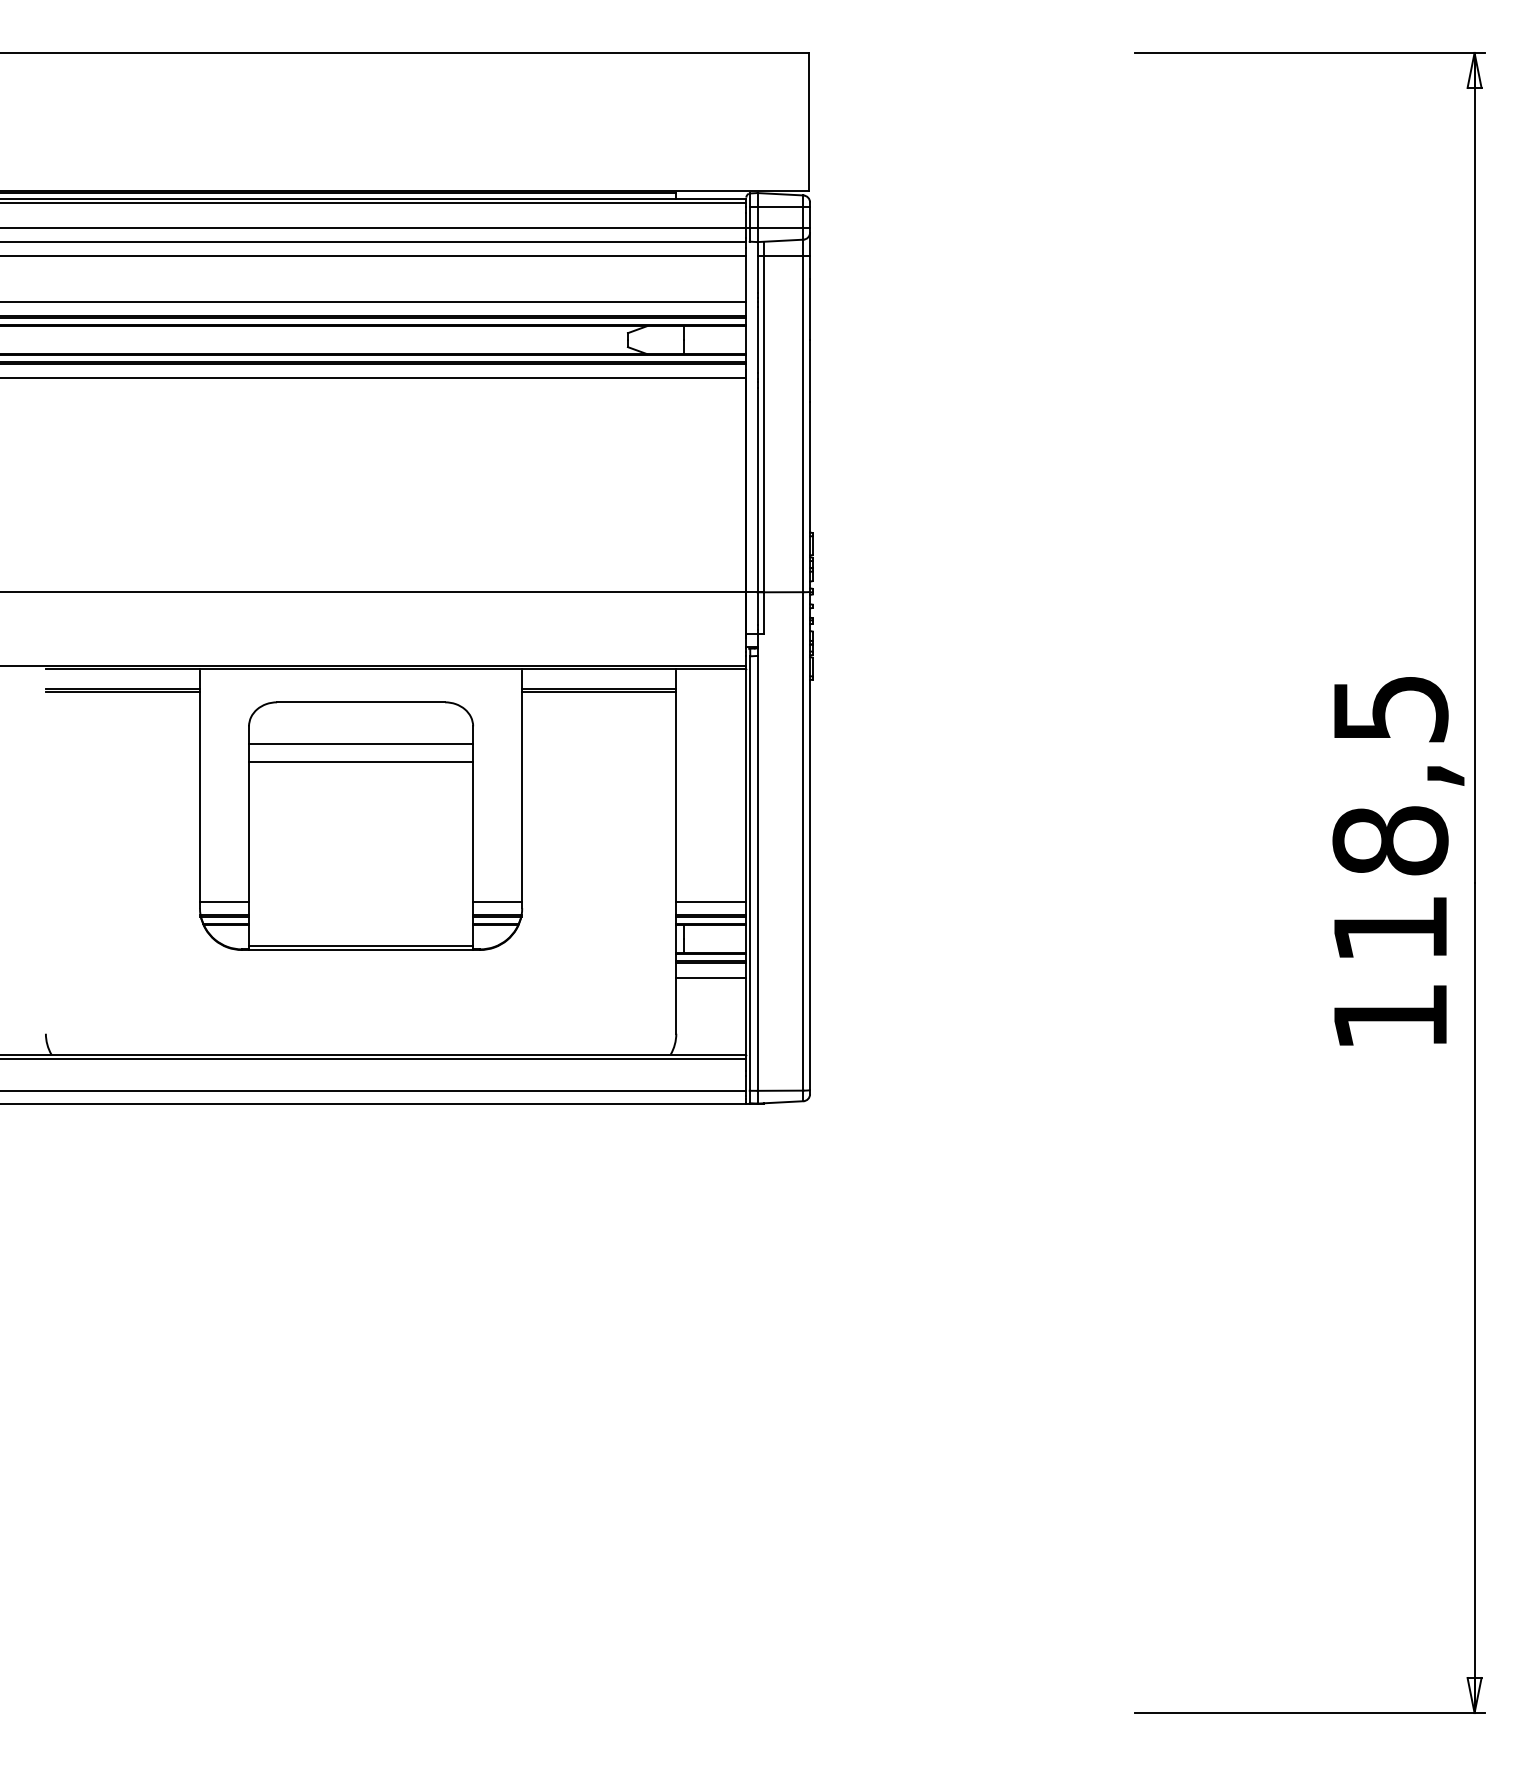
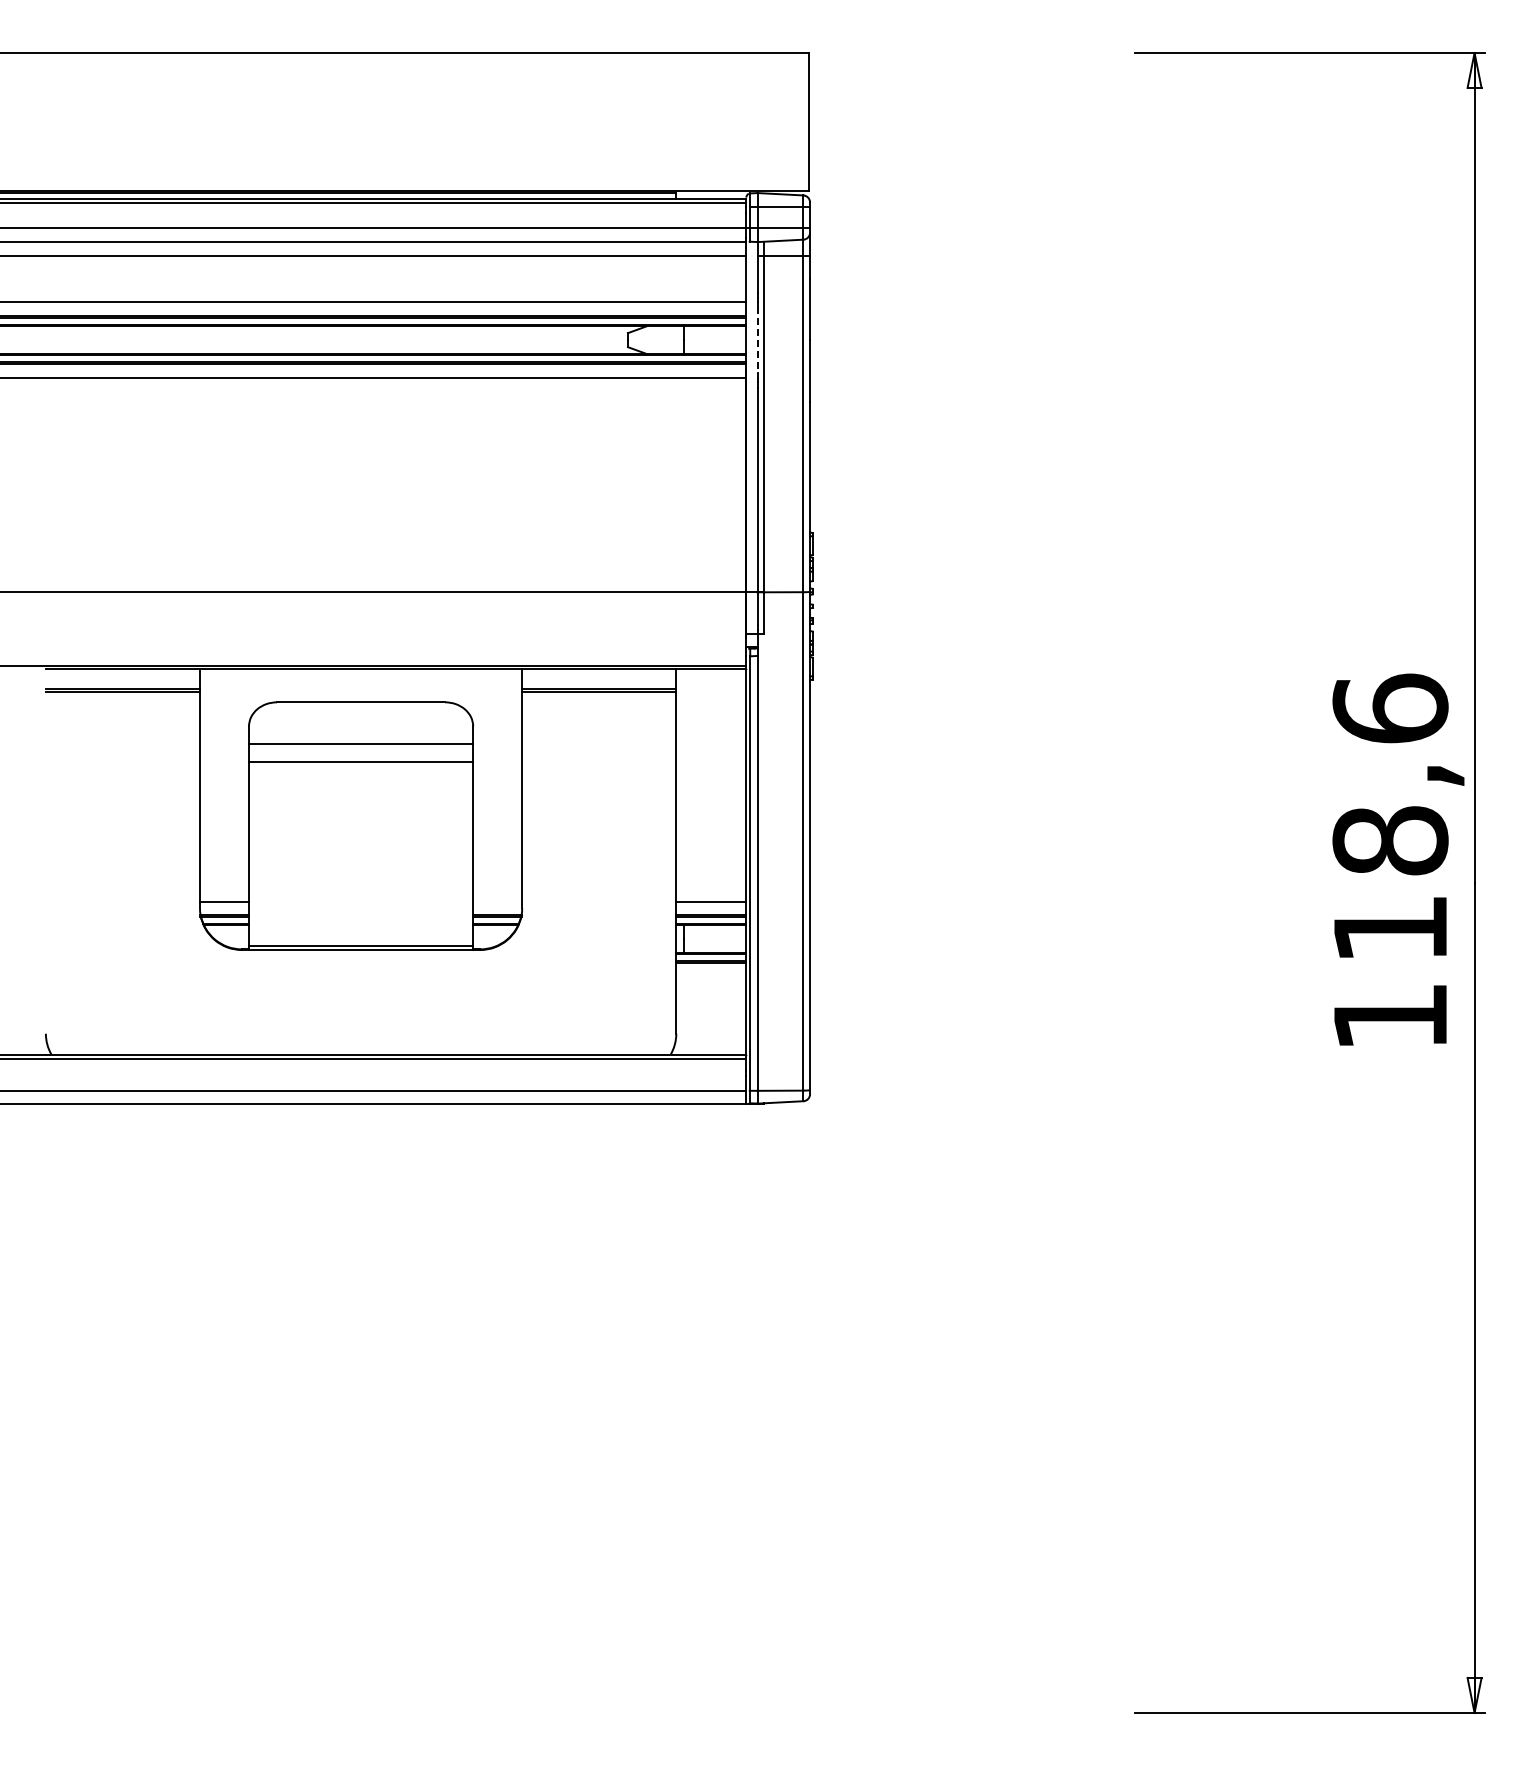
line at (757, 340): solid -> dashed
text at (1390, 708): 118,5 -> 118,6
line at (497, 902): present -> none
line at (711, 978): present -> none
